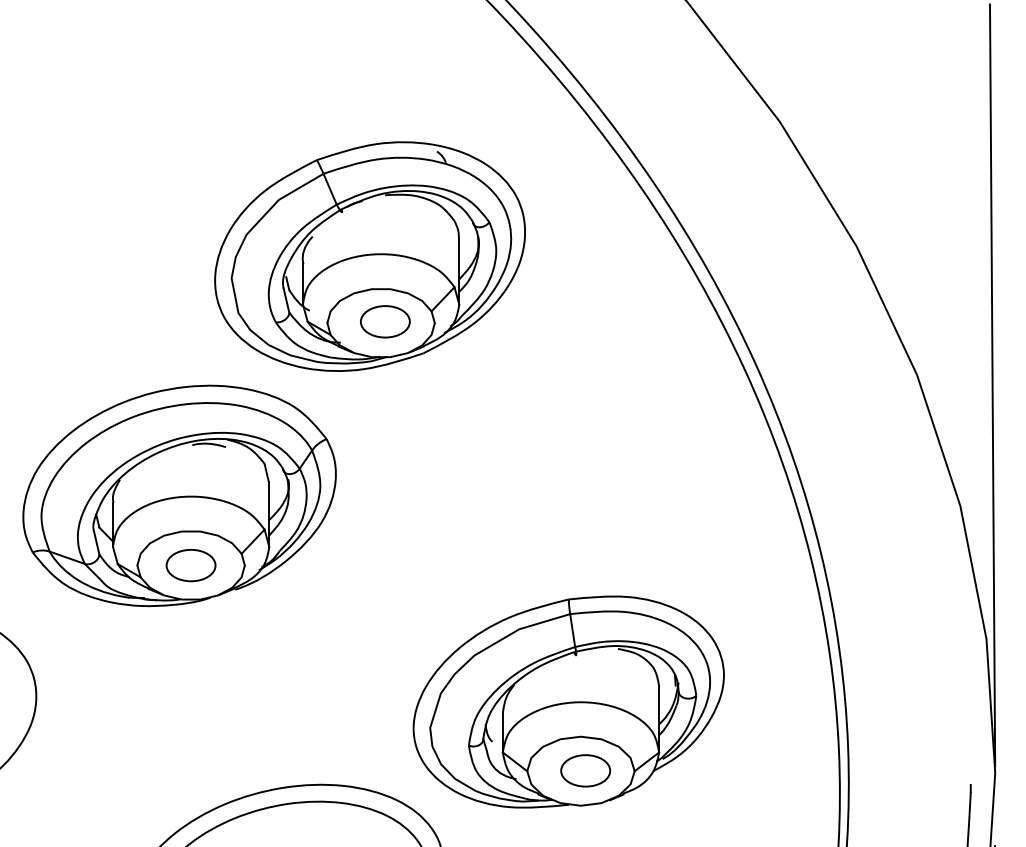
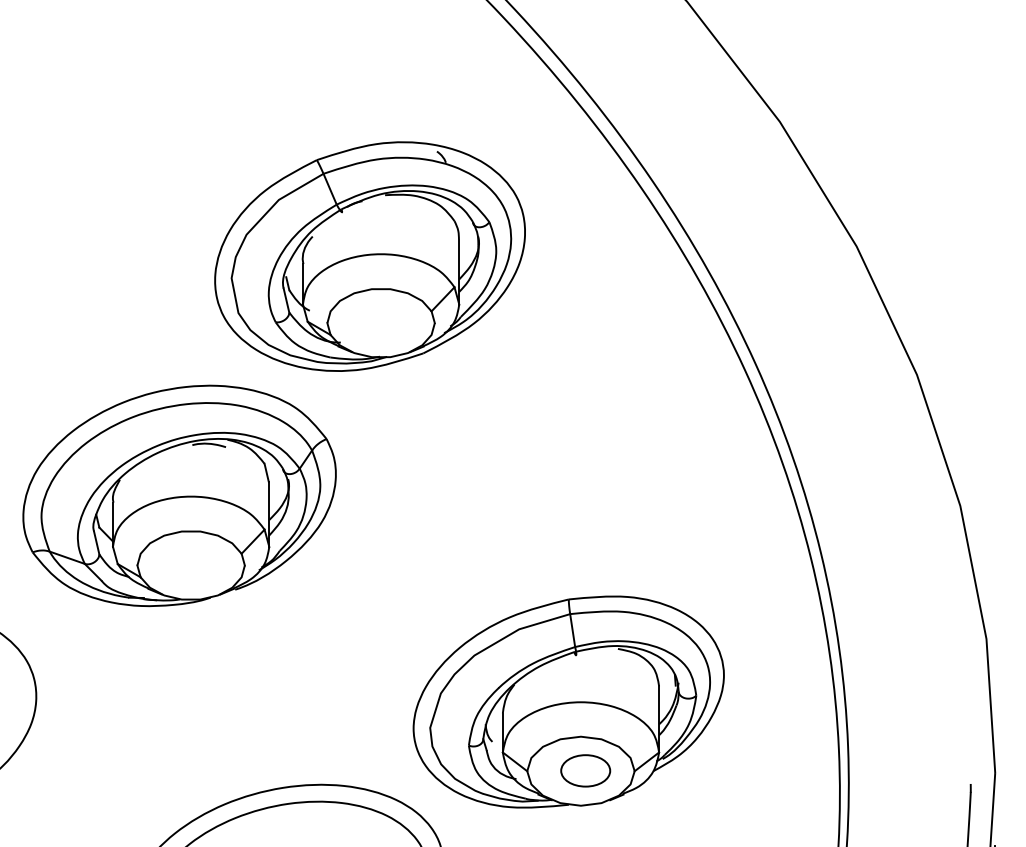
part at (385, 321): present -> none
line at (992, 385): present -> none
part at (190, 565): present -> none
